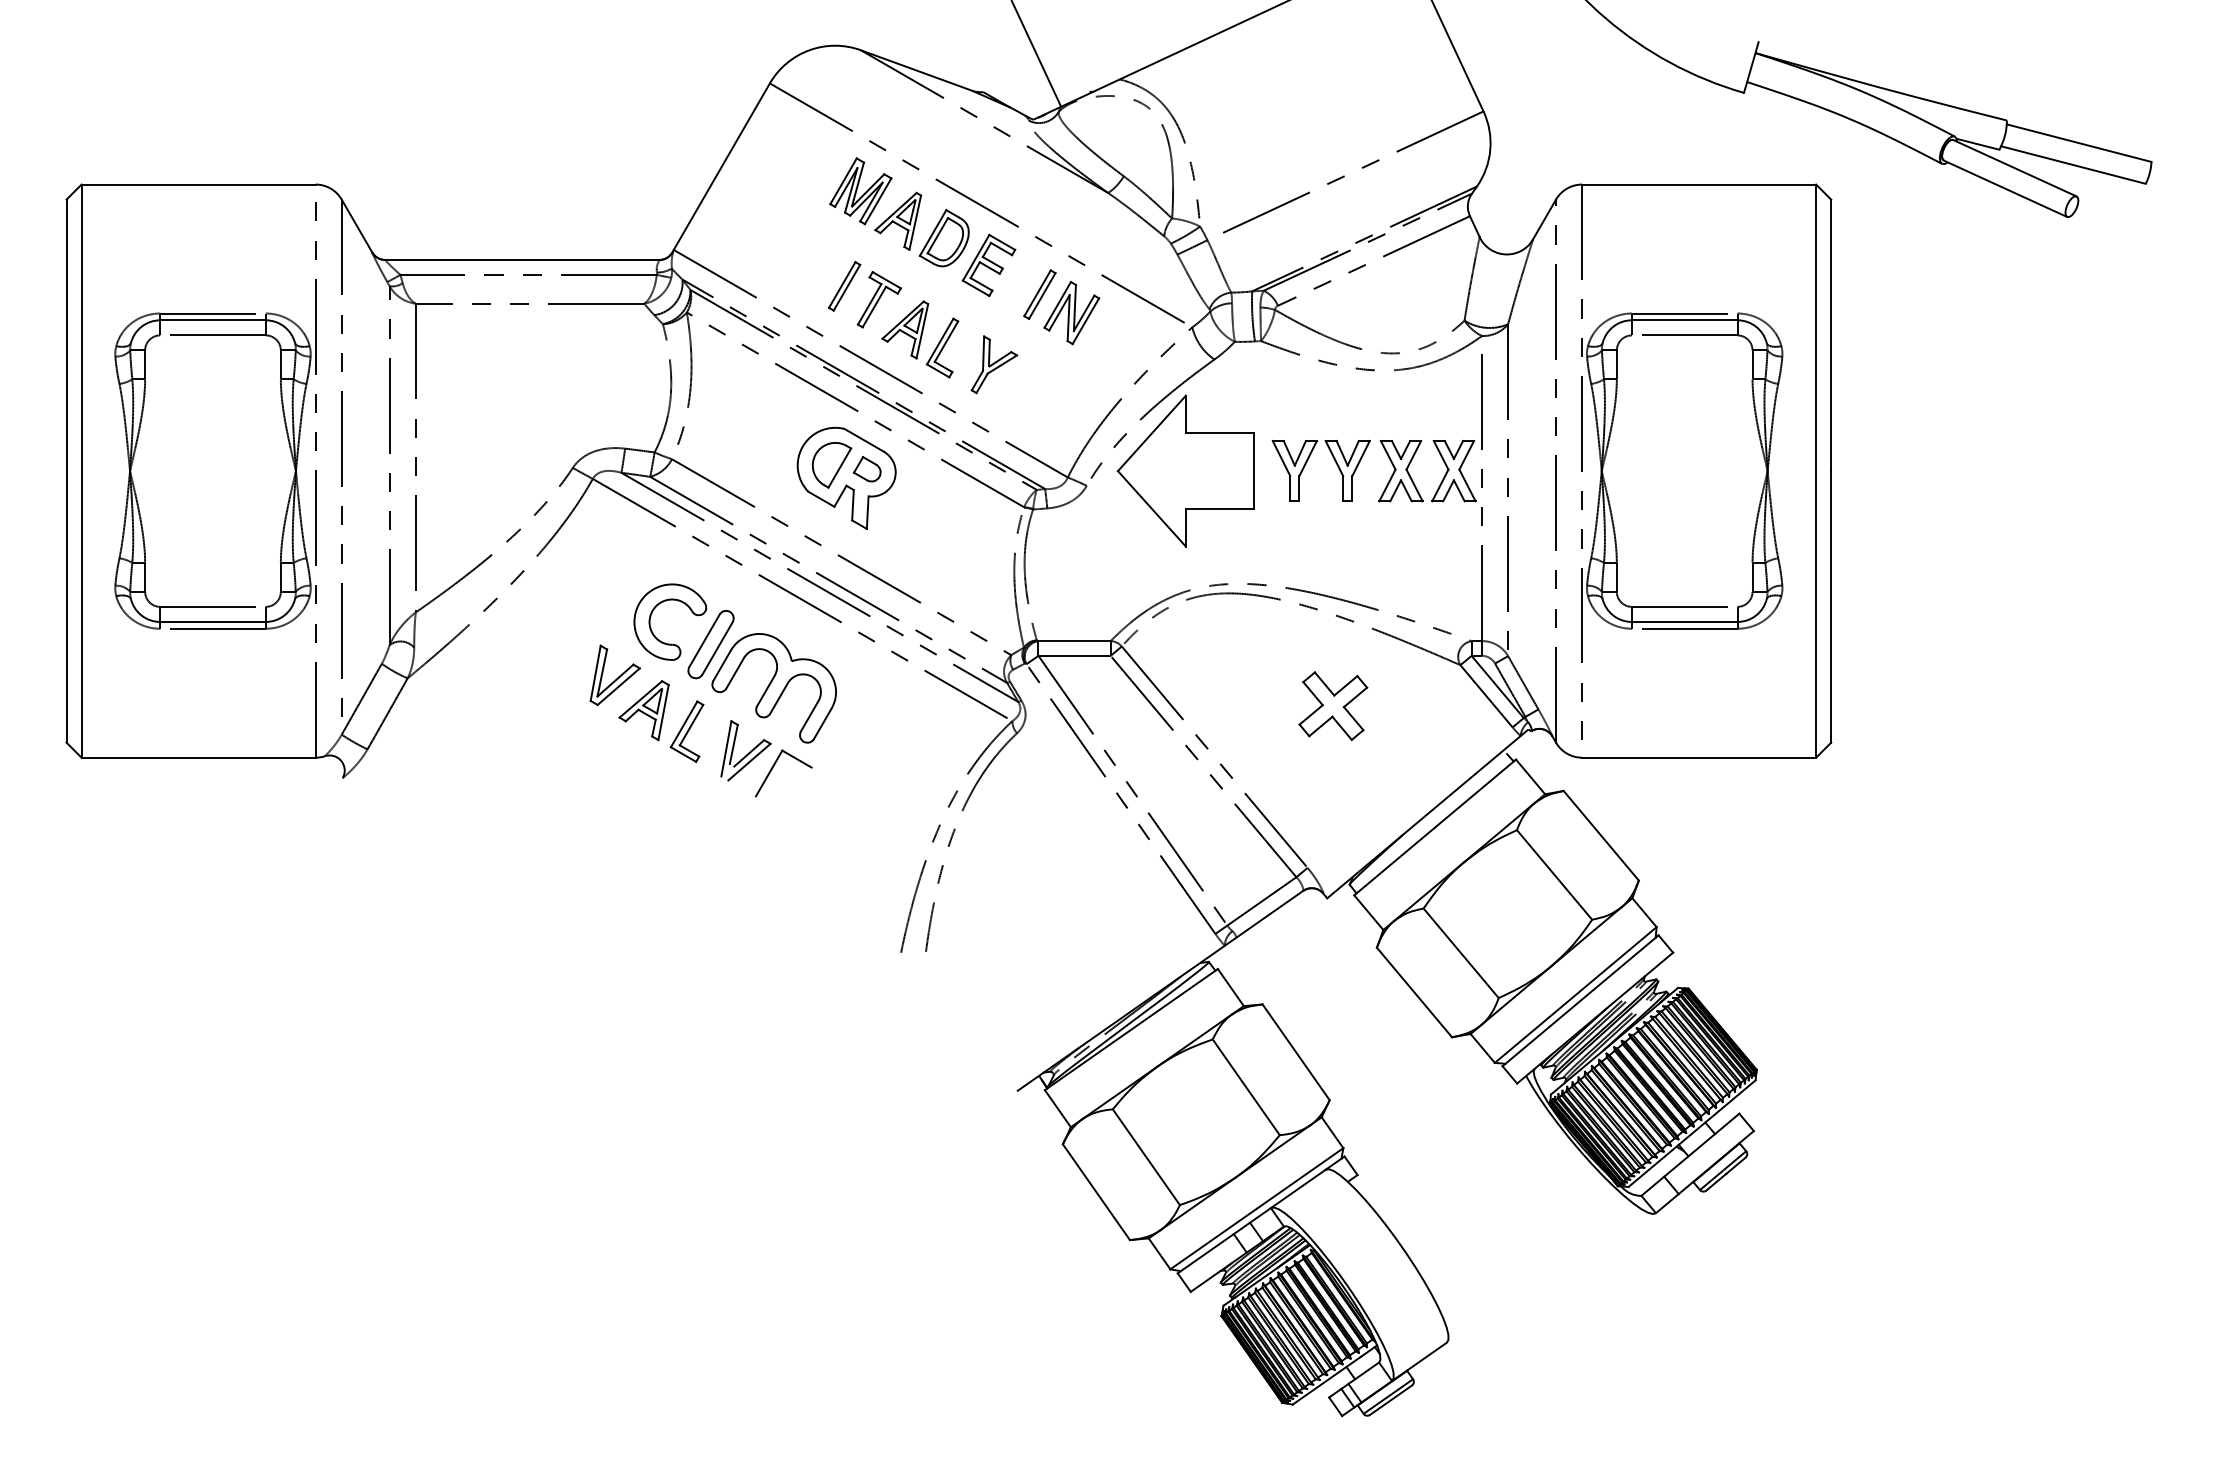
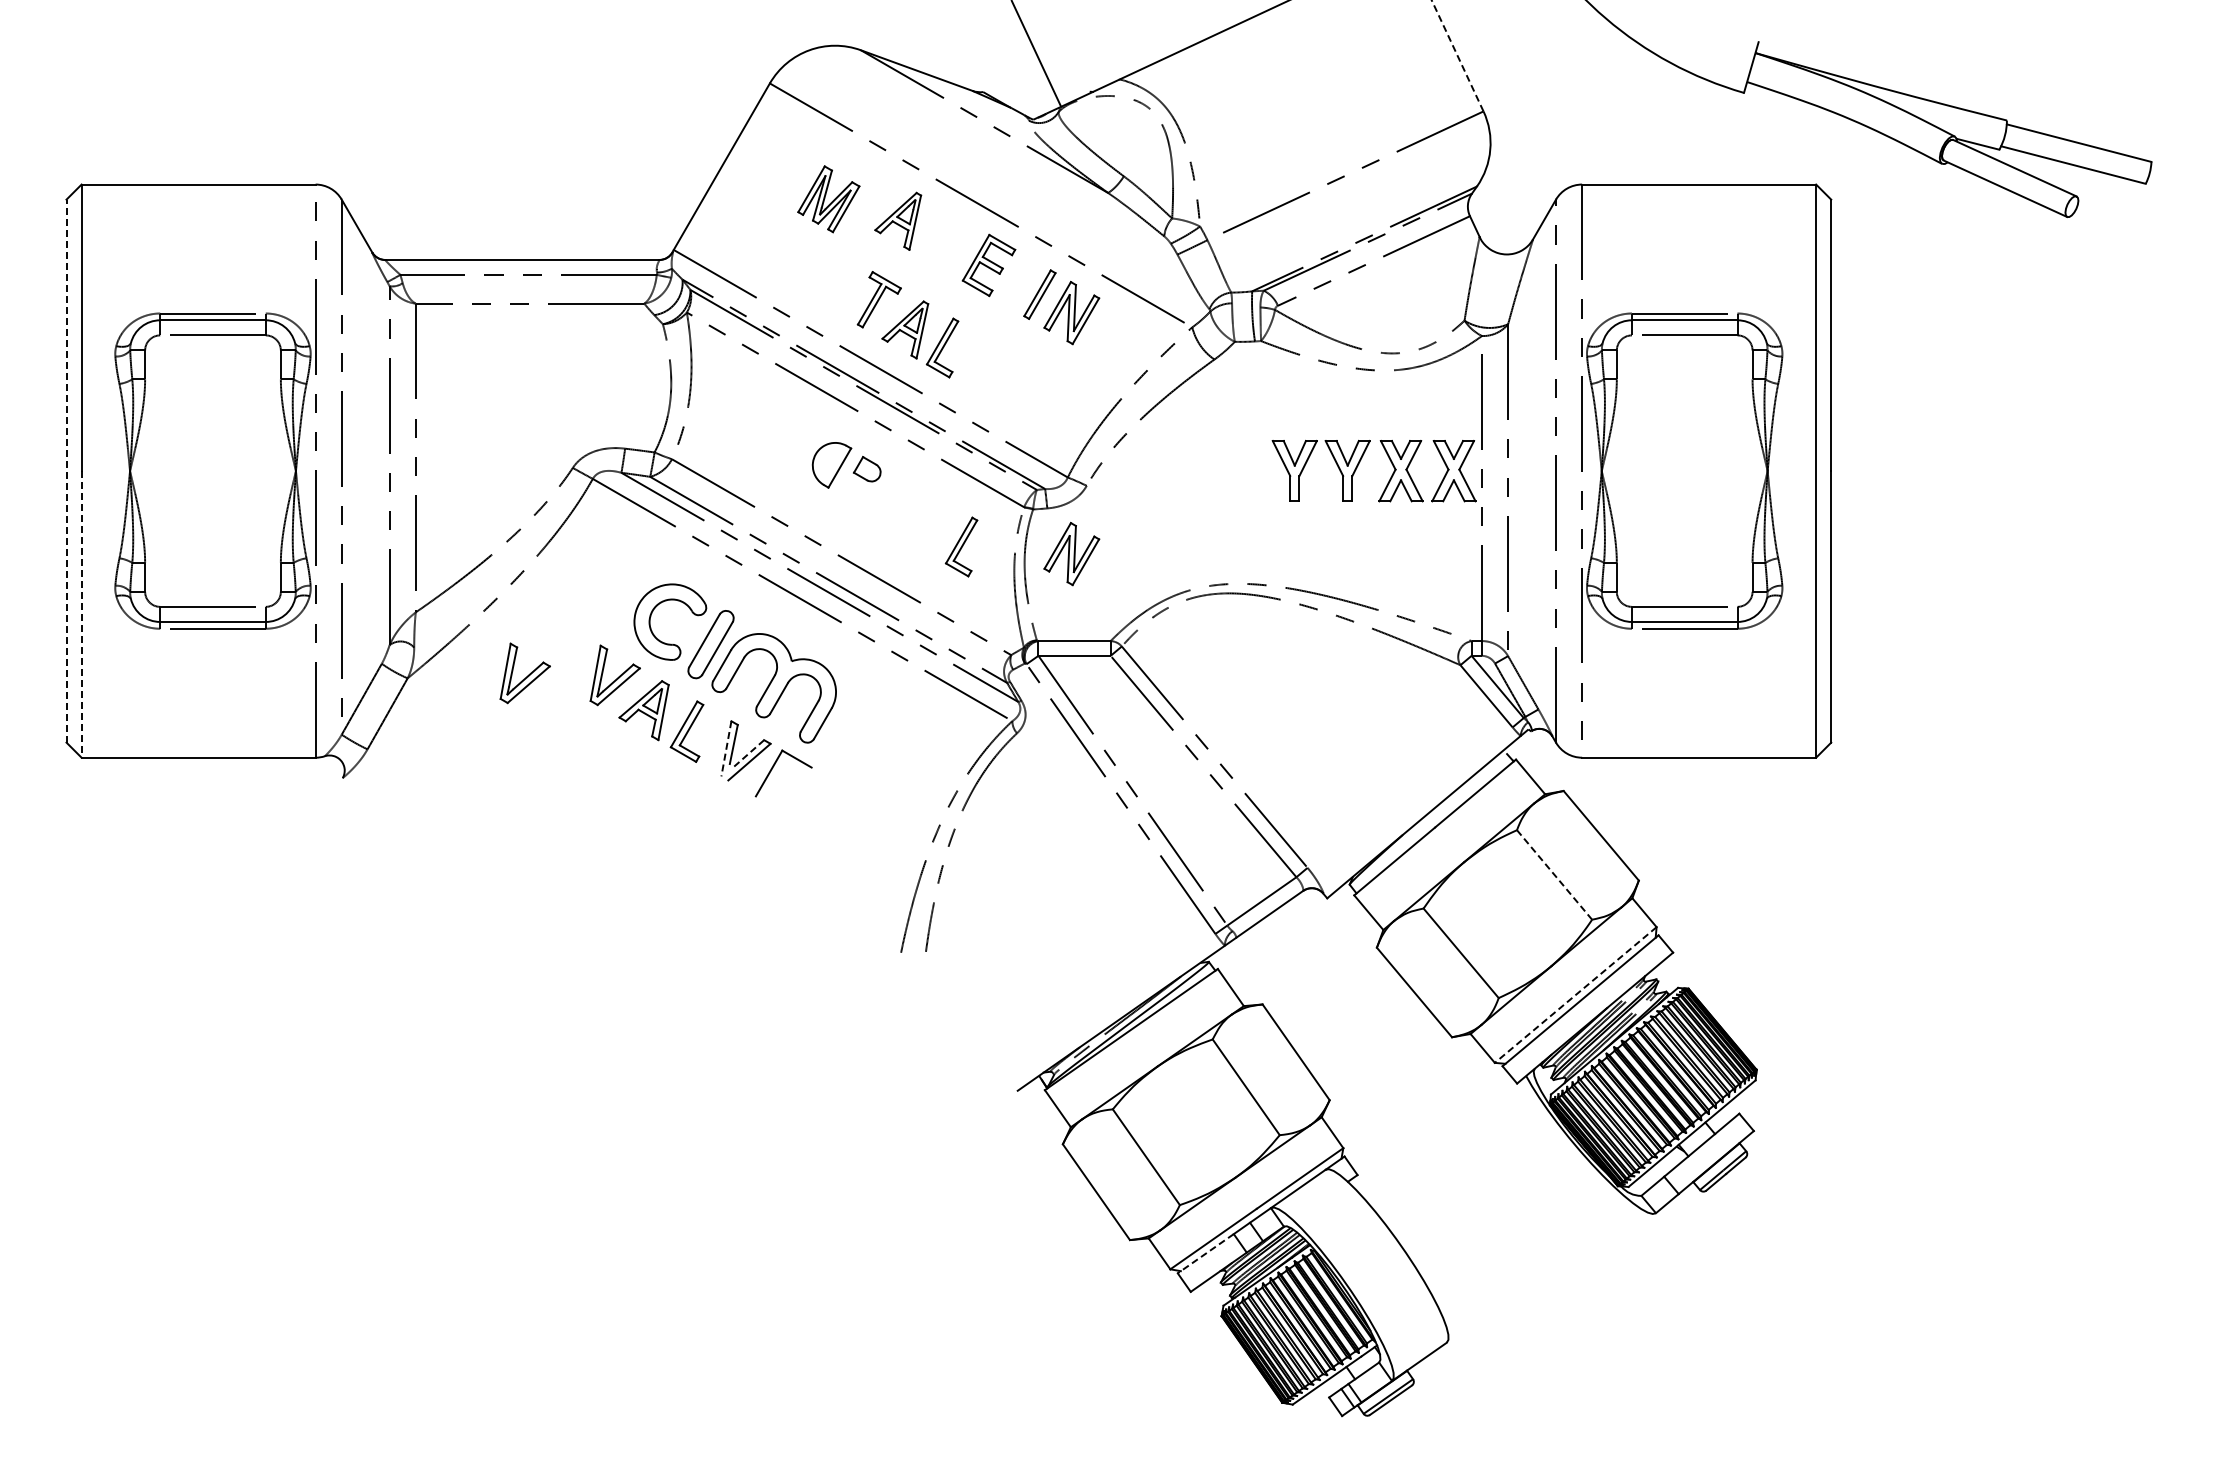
line at (1457, 55): solid -> dashed
part at (860, 191) position: (860, 191) -> (828, 199)
part at (943, 238): present -> none
part at (844, 286): present -> none
part at (994, 364): present -> none
line at (66, 470): solid -> dashed
part at (1185, 470): present -> none
part at (846, 477): present -> none
part at (961, 546): none -> present
part at (1071, 554): none -> present
line at (81, 614): solid -> dashed
part at (524, 673): none -> present
part at (1333, 706): present -> none
line at (726, 749): solid -> dashed
line at (749, 753): solid -> dashed
line at (1554, 875): solid -> dashed
line at (1575, 995): solid -> dashed
line at (1205, 1254): solid -> dashed
